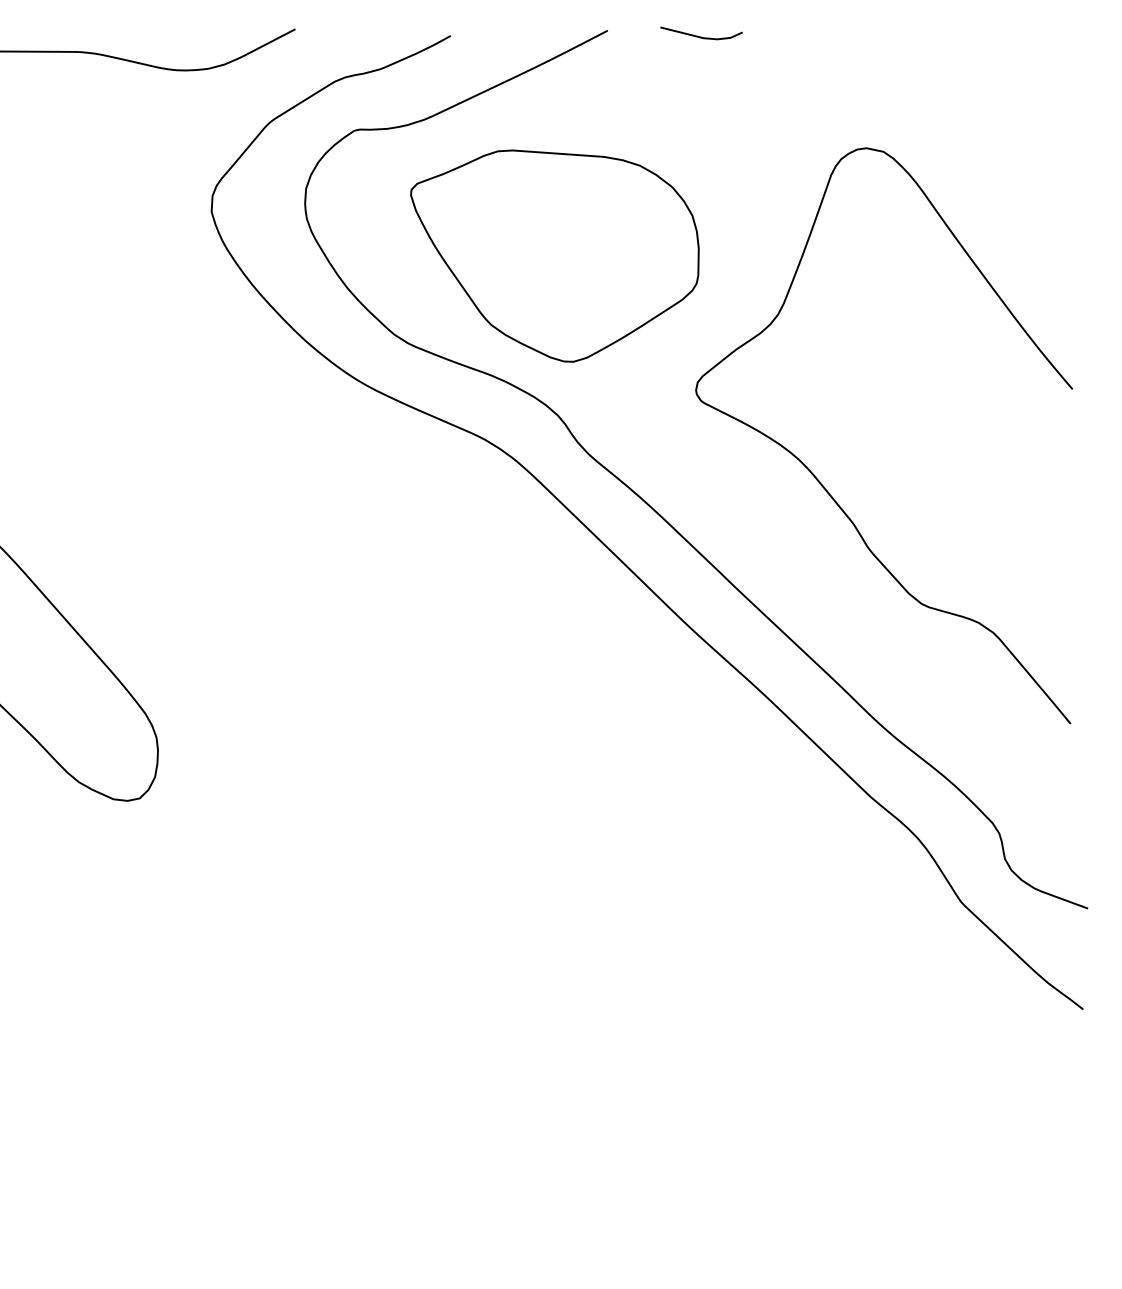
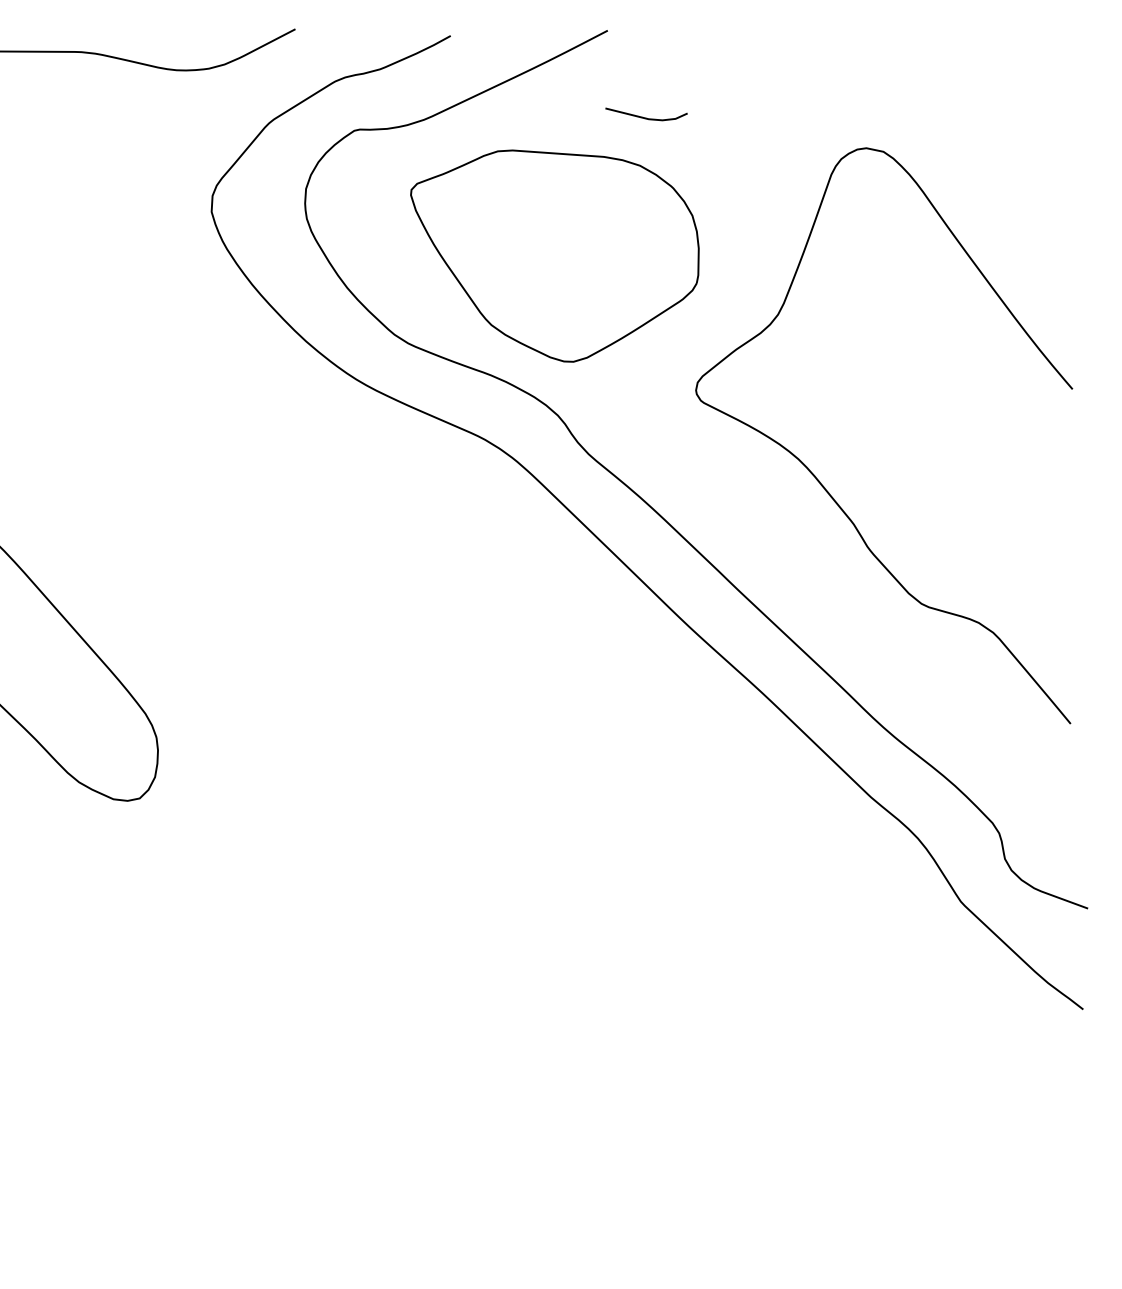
line at (701, 36) position: (701, 36) -> (646, 117)
